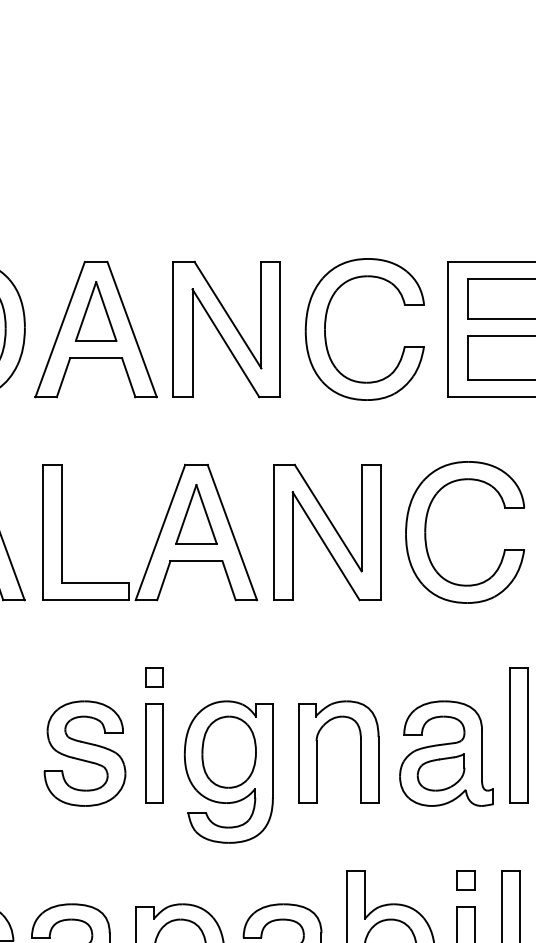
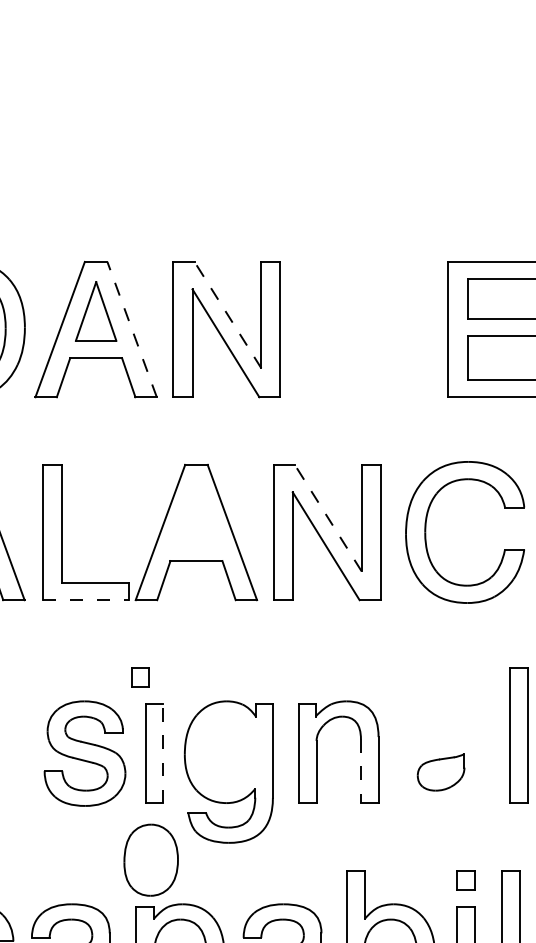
line at (227, 315): solid -> dashed
part at (326, 322): present -> none
line at (131, 329): solid -> dashed
part at (196, 514): present -> none
line at (328, 518): solid -> dashed
line at (86, 600): solid -> dashed
part at (154, 677) position: (154, 677) -> (140, 677)
part at (228, 751) position: (228, 751) -> (150, 859)
line at (163, 753): solid -> dashed
part at (446, 753): present -> none
line at (360, 771): solid -> dashed
